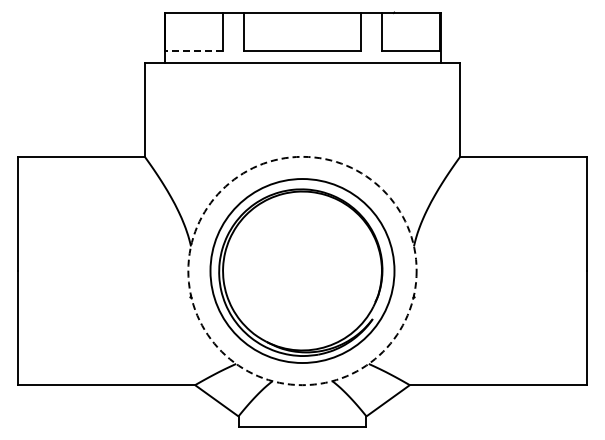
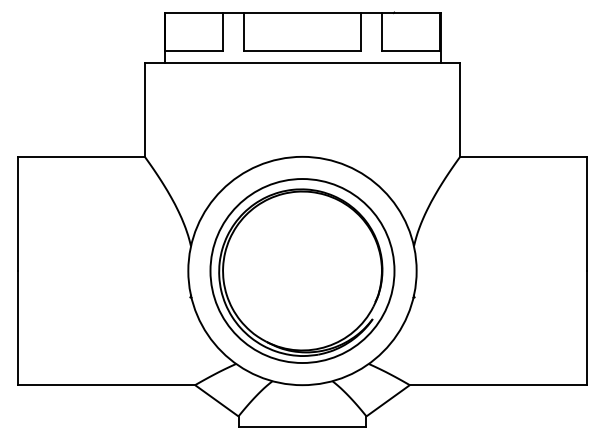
line at (193, 50): dashed -> solid
circle at (302, 270): dashed -> solid
